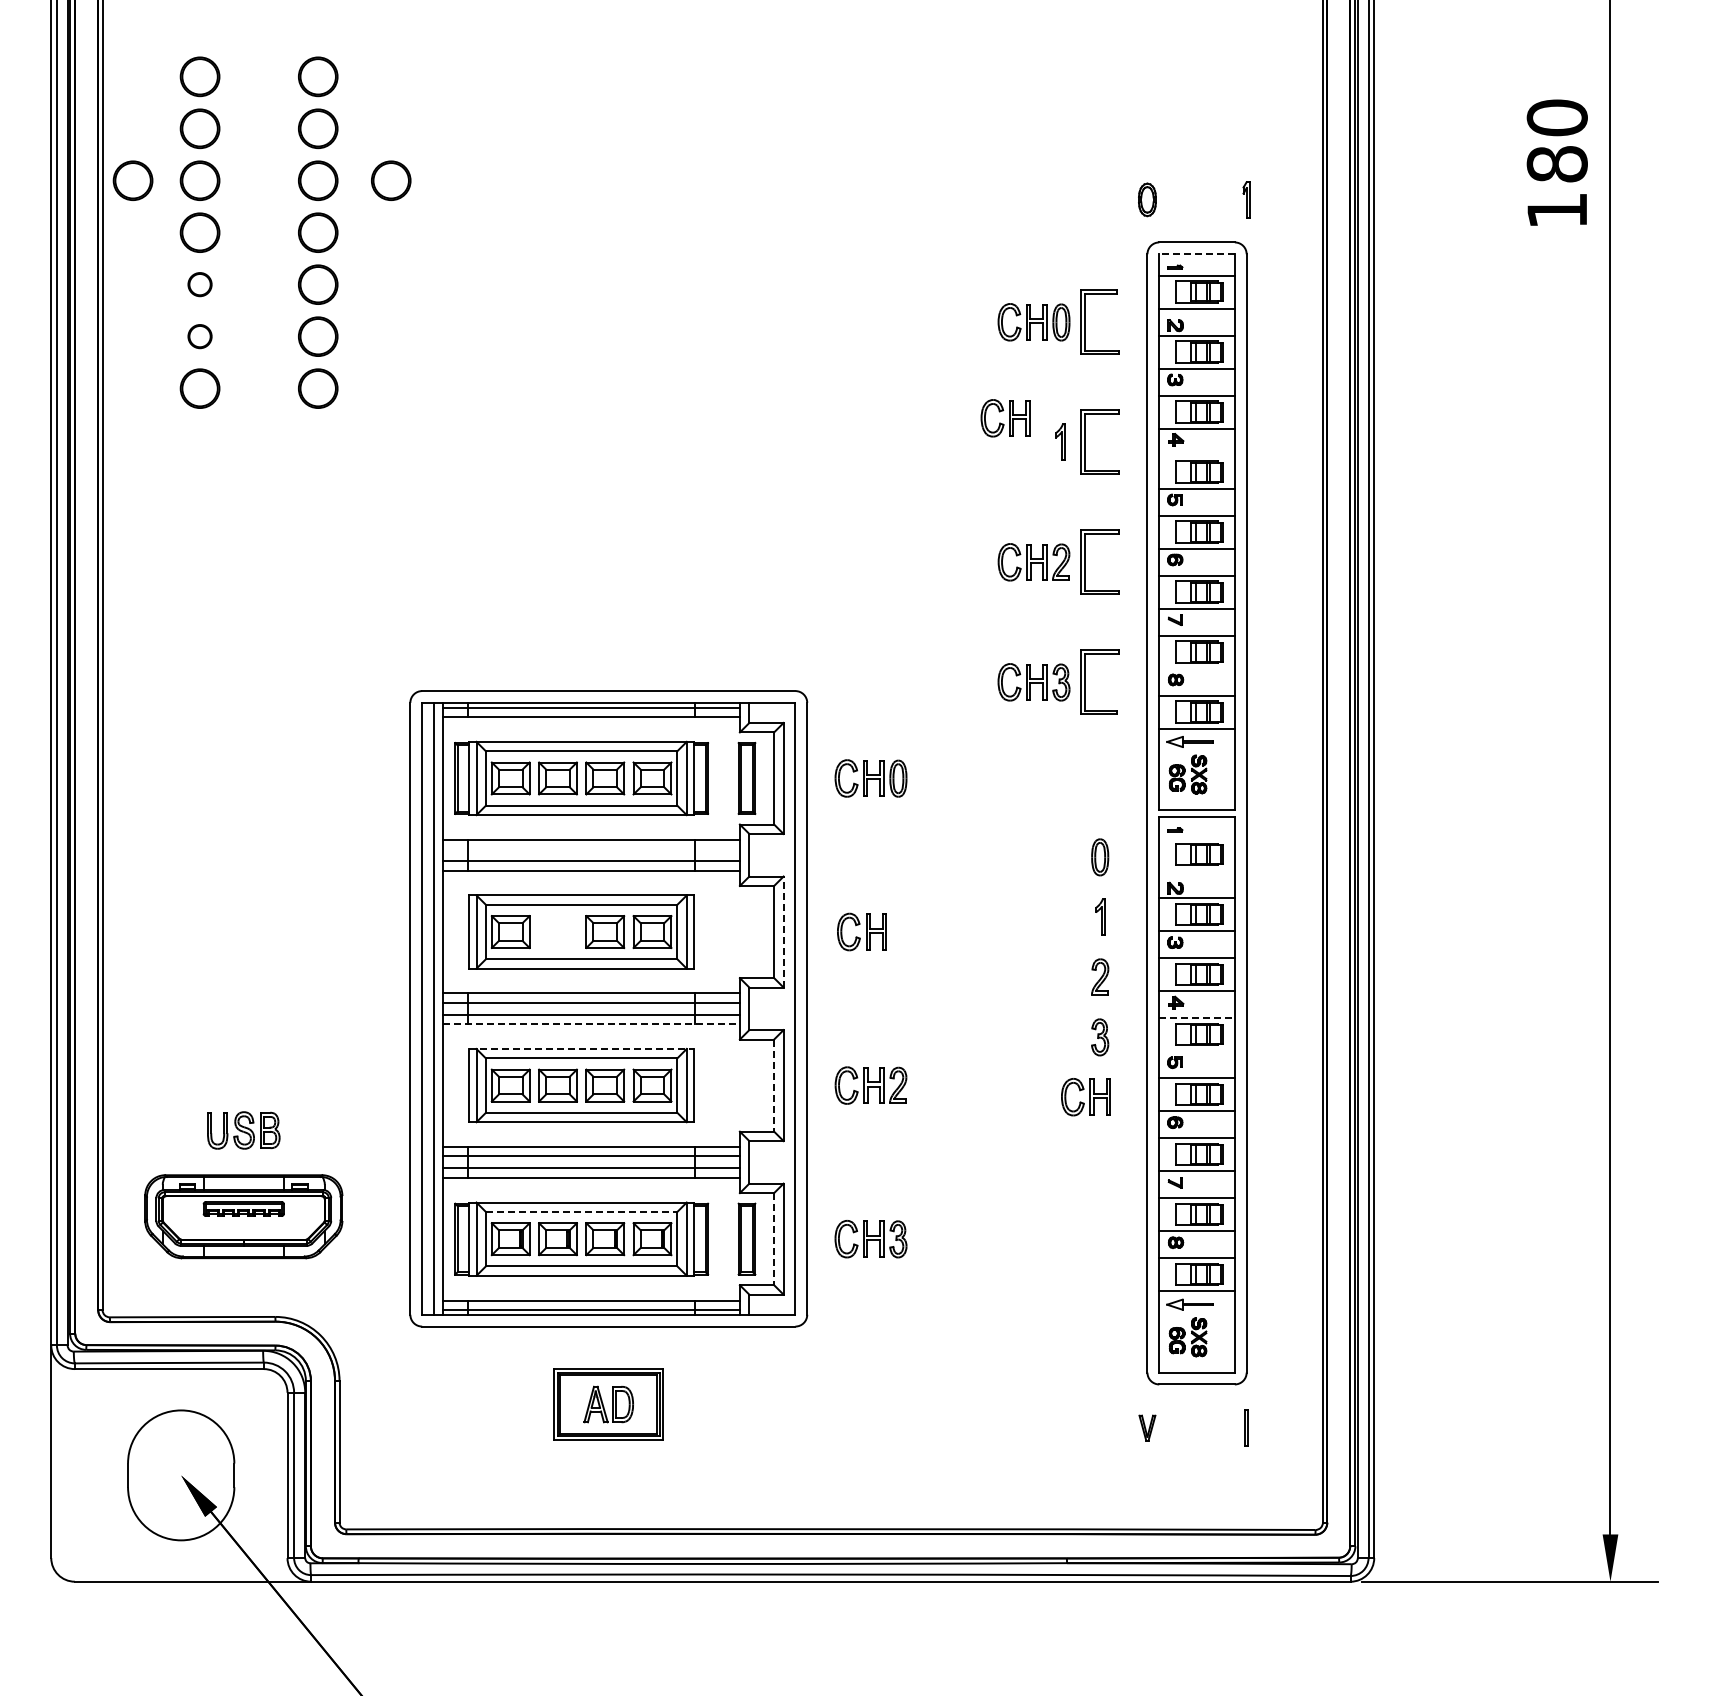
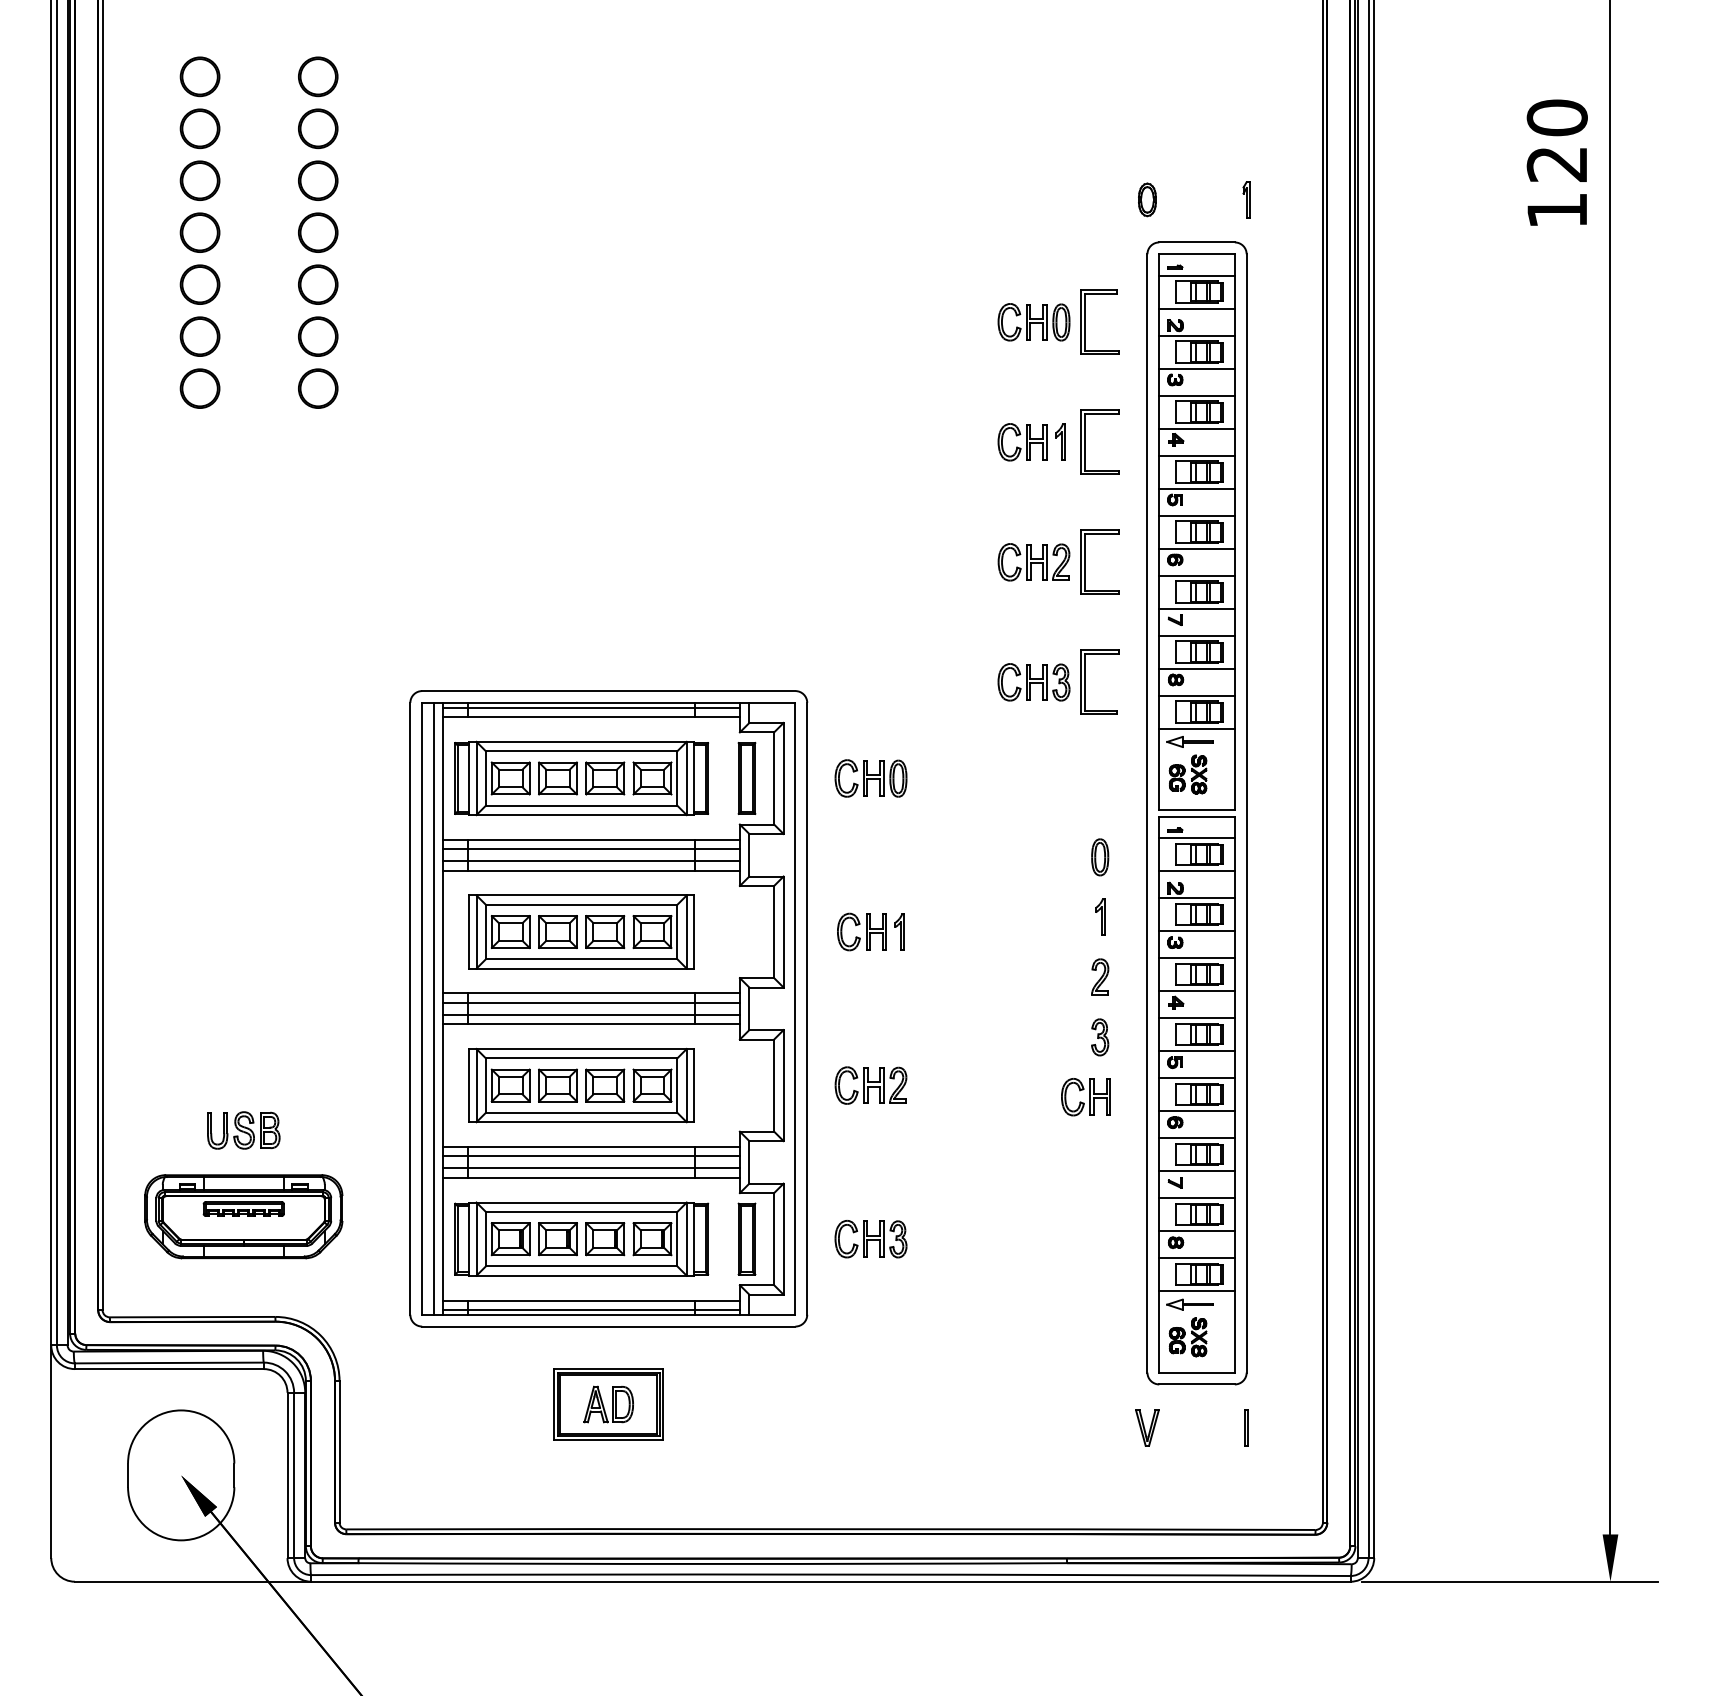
text at (1556, 164): 180 -> 120
part at (132, 180): present -> none
part at (391, 180): present -> none
line at (1197, 254): dashed -> solid
part at (199, 284) size: 26x26 px -> 42x41 px
part at (199, 336) size: 26x26 px -> 42x41 px
part at (1005, 418) position: (1005, 418) -> (1022, 442)
line at (1196, 455): none -> present
line at (1196, 668): none -> present
line at (1196, 838): none -> present
line at (591, 849): none -> present
line at (1196, 871): none -> present
part at (557, 931): none -> present
part at (899, 931): none -> present
line at (783, 932): dashed -> solid
line at (1197, 1018): dashed -> solid
line at (592, 1024): dashed -> solid
line at (582, 1048): dashed -> solid
line at (1196, 1051): none -> present
line at (774, 1086): dashed -> solid
line at (581, 1211): dashed -> solid
line at (774, 1239): dashed -> solid
part at (1147, 1427) size: 19x28 px -> 25x38 px
